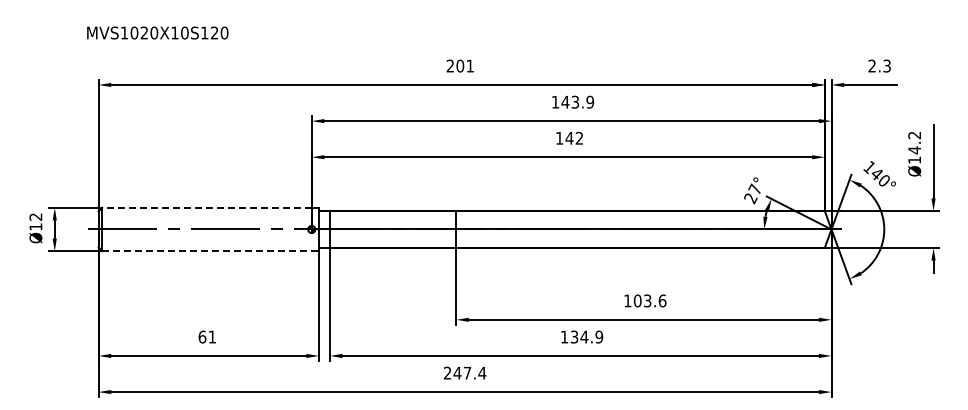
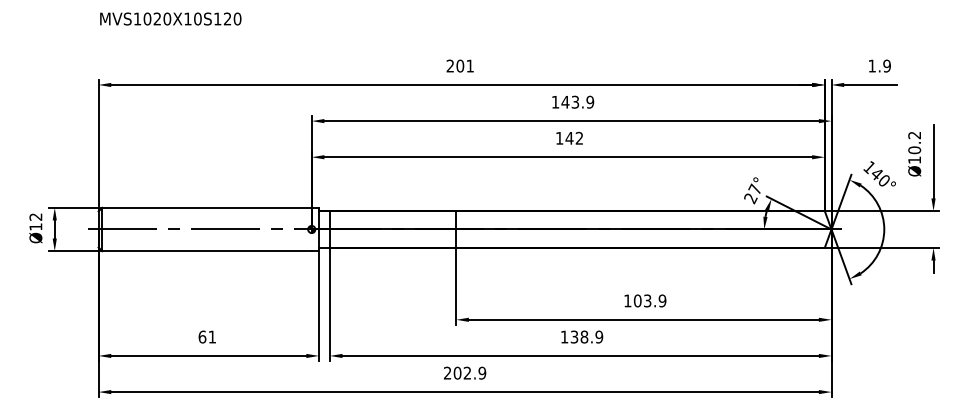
text at (157, 32) position: (157, 32) -> (170, 18)
text at (879, 65): 2.3 -> 1.9
text at (914, 150): Ø14.2 -> Ø10.2
line at (206, 207): dashed -> solid
line at (206, 251): dashed -> solid
text at (662, 300): 103.6 -> 103.9
text at (584, 336): 134.9 -> 138.9
text at (469, 372): 247.4 -> 202.9
